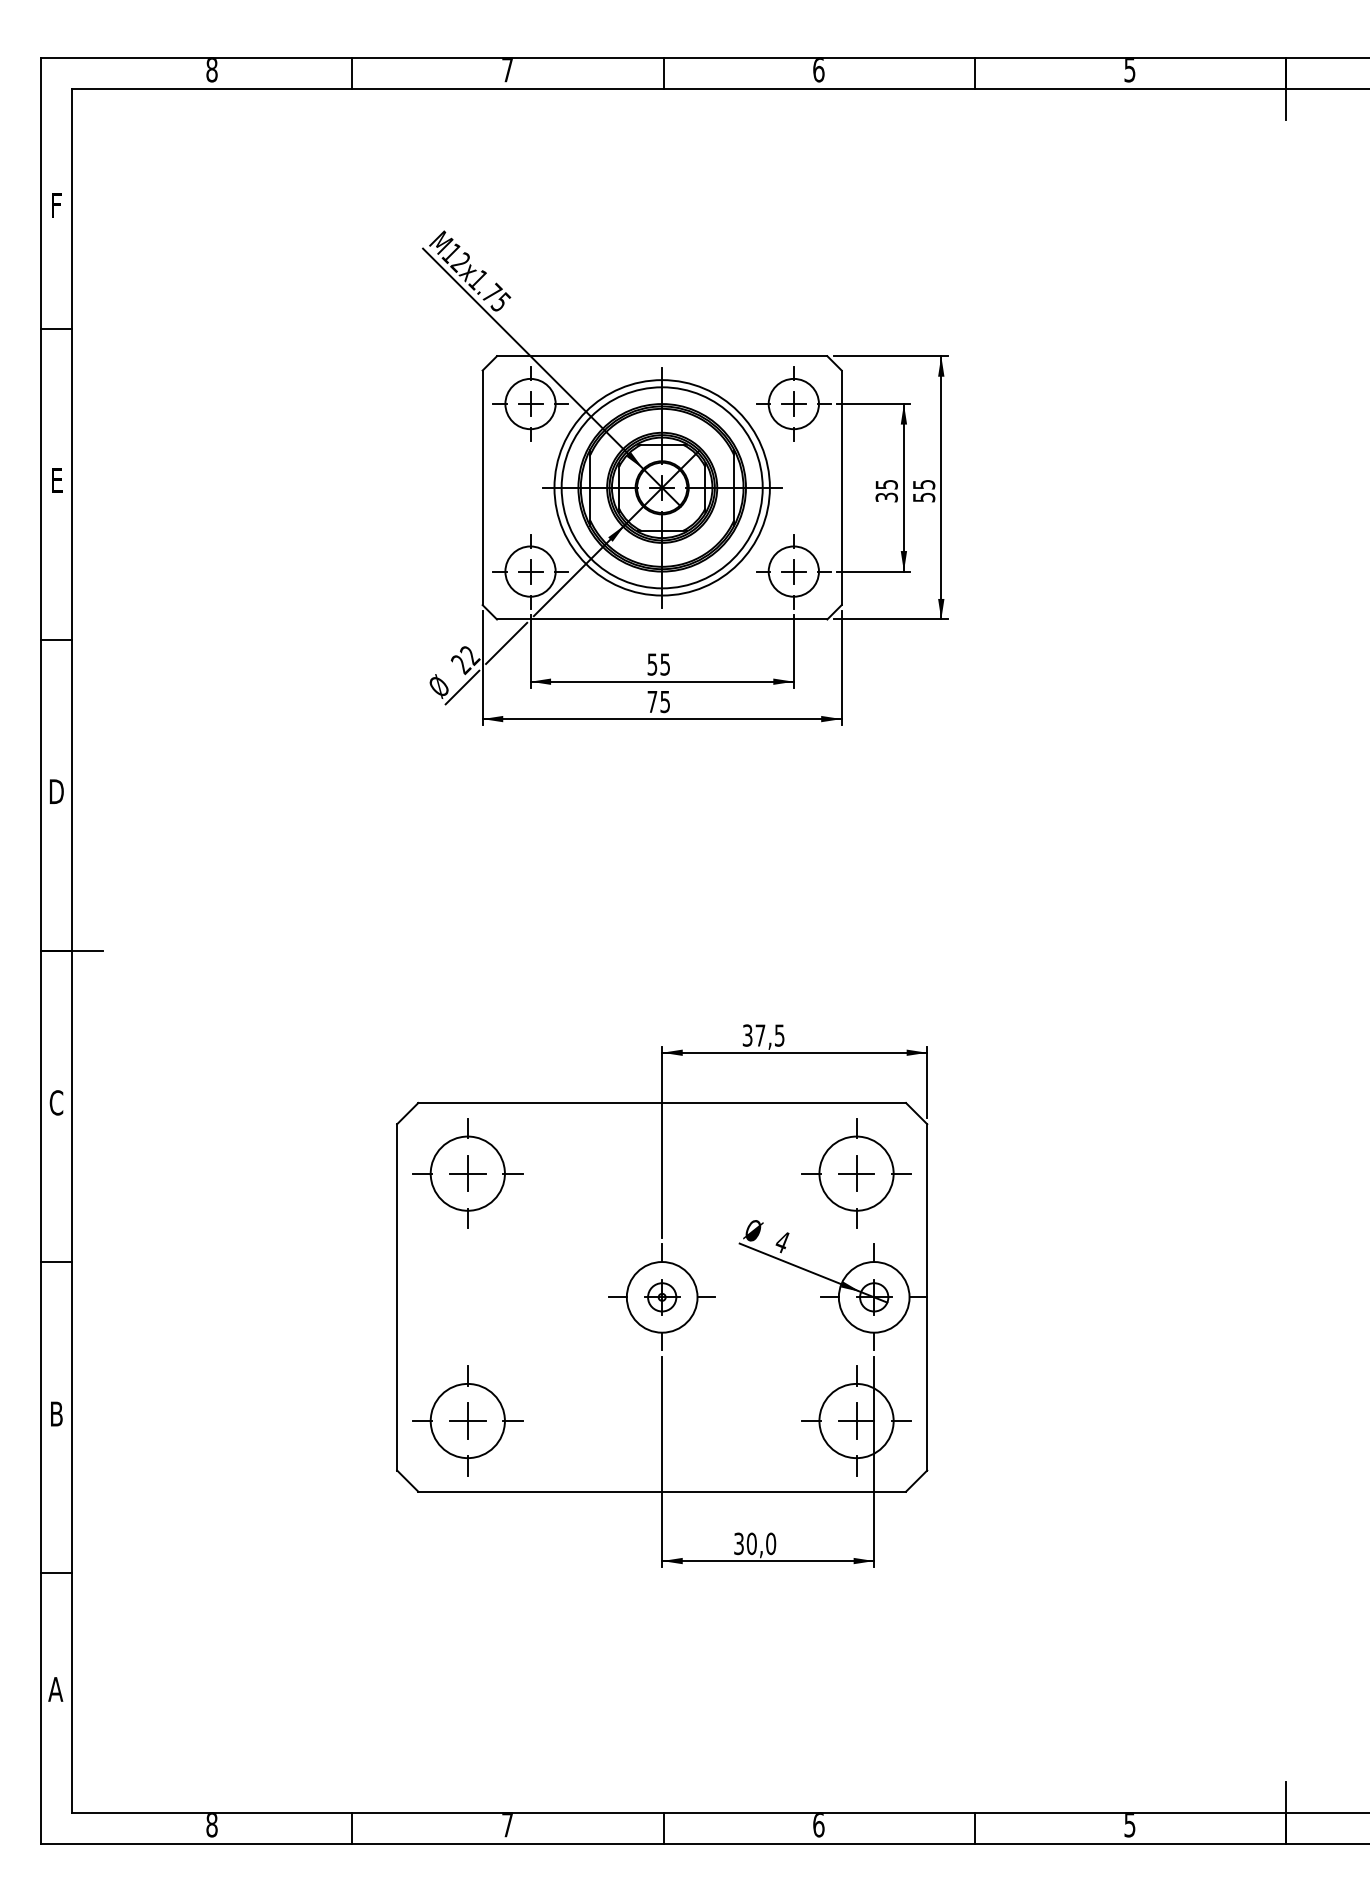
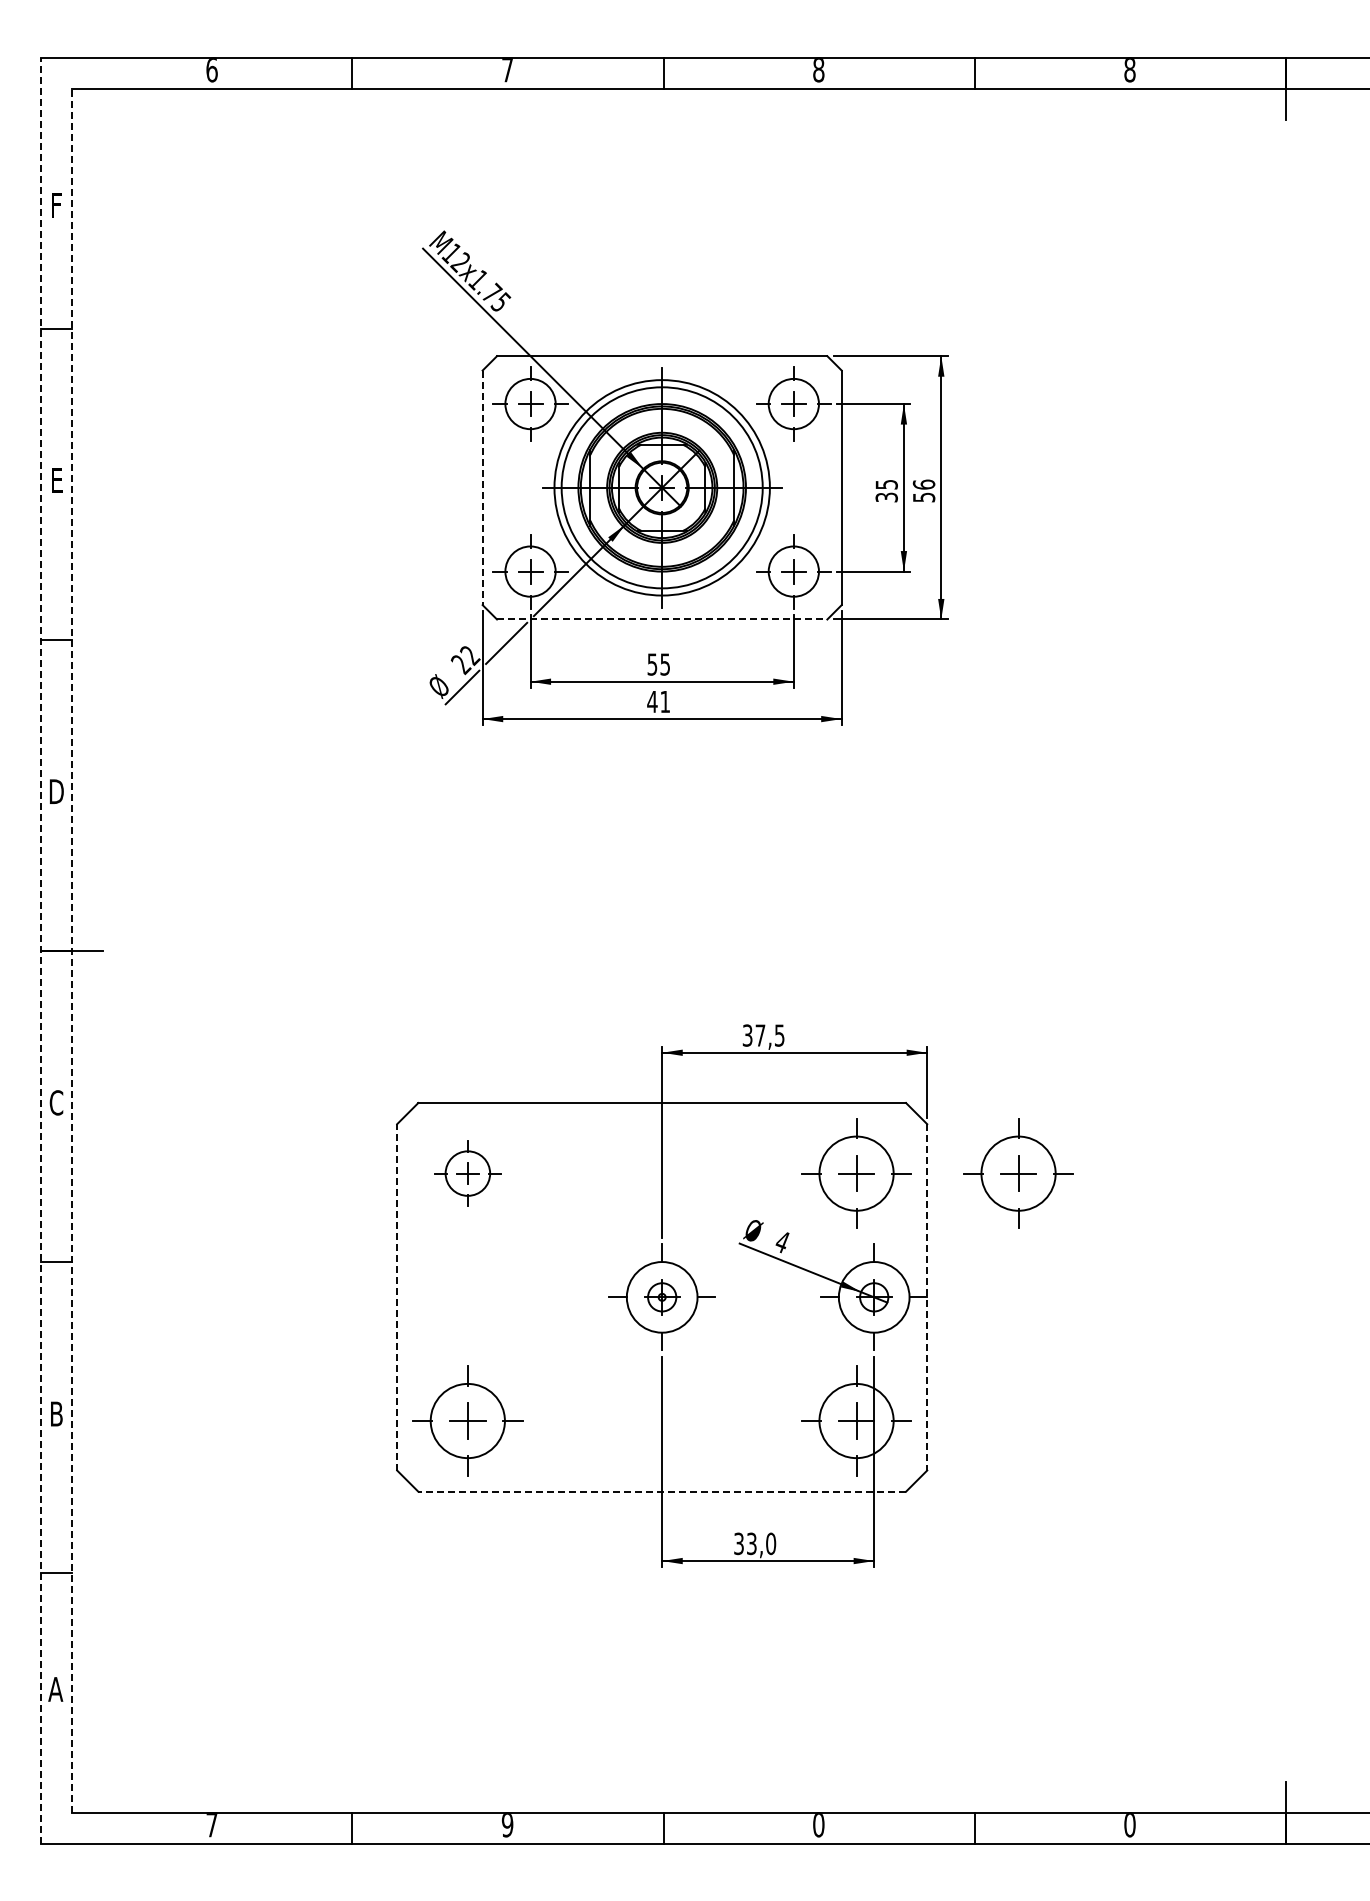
text at (211, 70): 8 -> 6
text at (818, 70): 6 -> 8
text at (1129, 70): 5 -> 8
text at (923, 484): 55 -> 56
line at (482, 488): solid -> dashed
line at (662, 619): solid -> dashed
text at (658, 702): 75 -> 41
line at (41, 950): solid -> dashed
line at (72, 950): solid -> dashed
part at (467, 1173) size: 112x111 px -> 68x67 px
part at (1018, 1173): none -> present
line at (397, 1296): solid -> dashed
line at (927, 1297): solid -> dashed
line at (662, 1491): solid -> dashed
text at (751, 1543): 30,0 -> 33,0
text at (211, 1825): 8 -> 7
text at (507, 1825): 7 -> 9
text at (818, 1825): 6 -> 0
text at (1129, 1825): 5 -> 0
